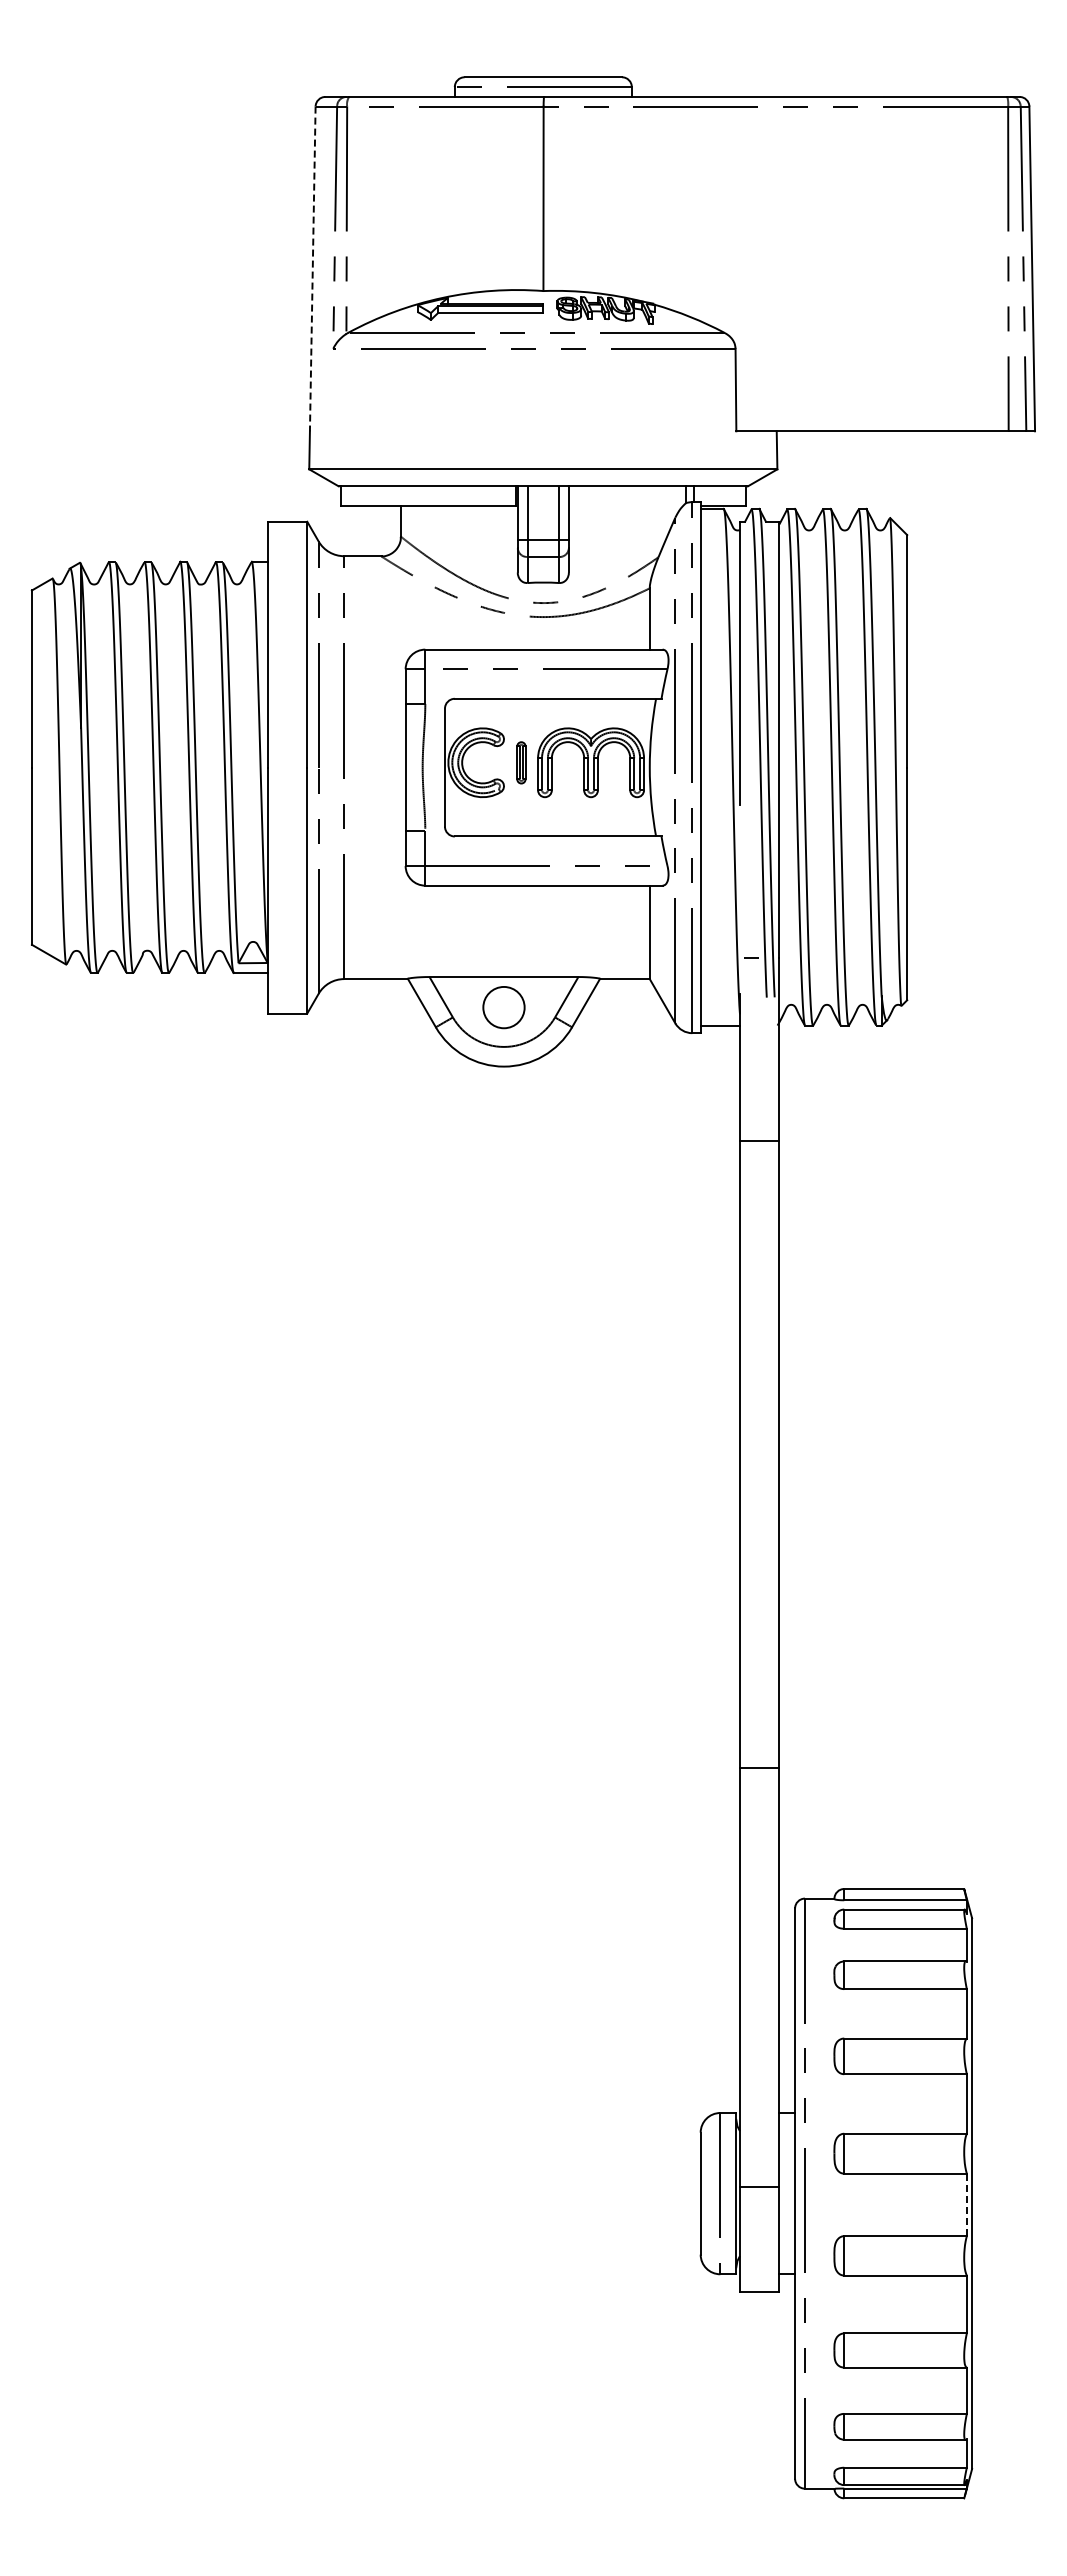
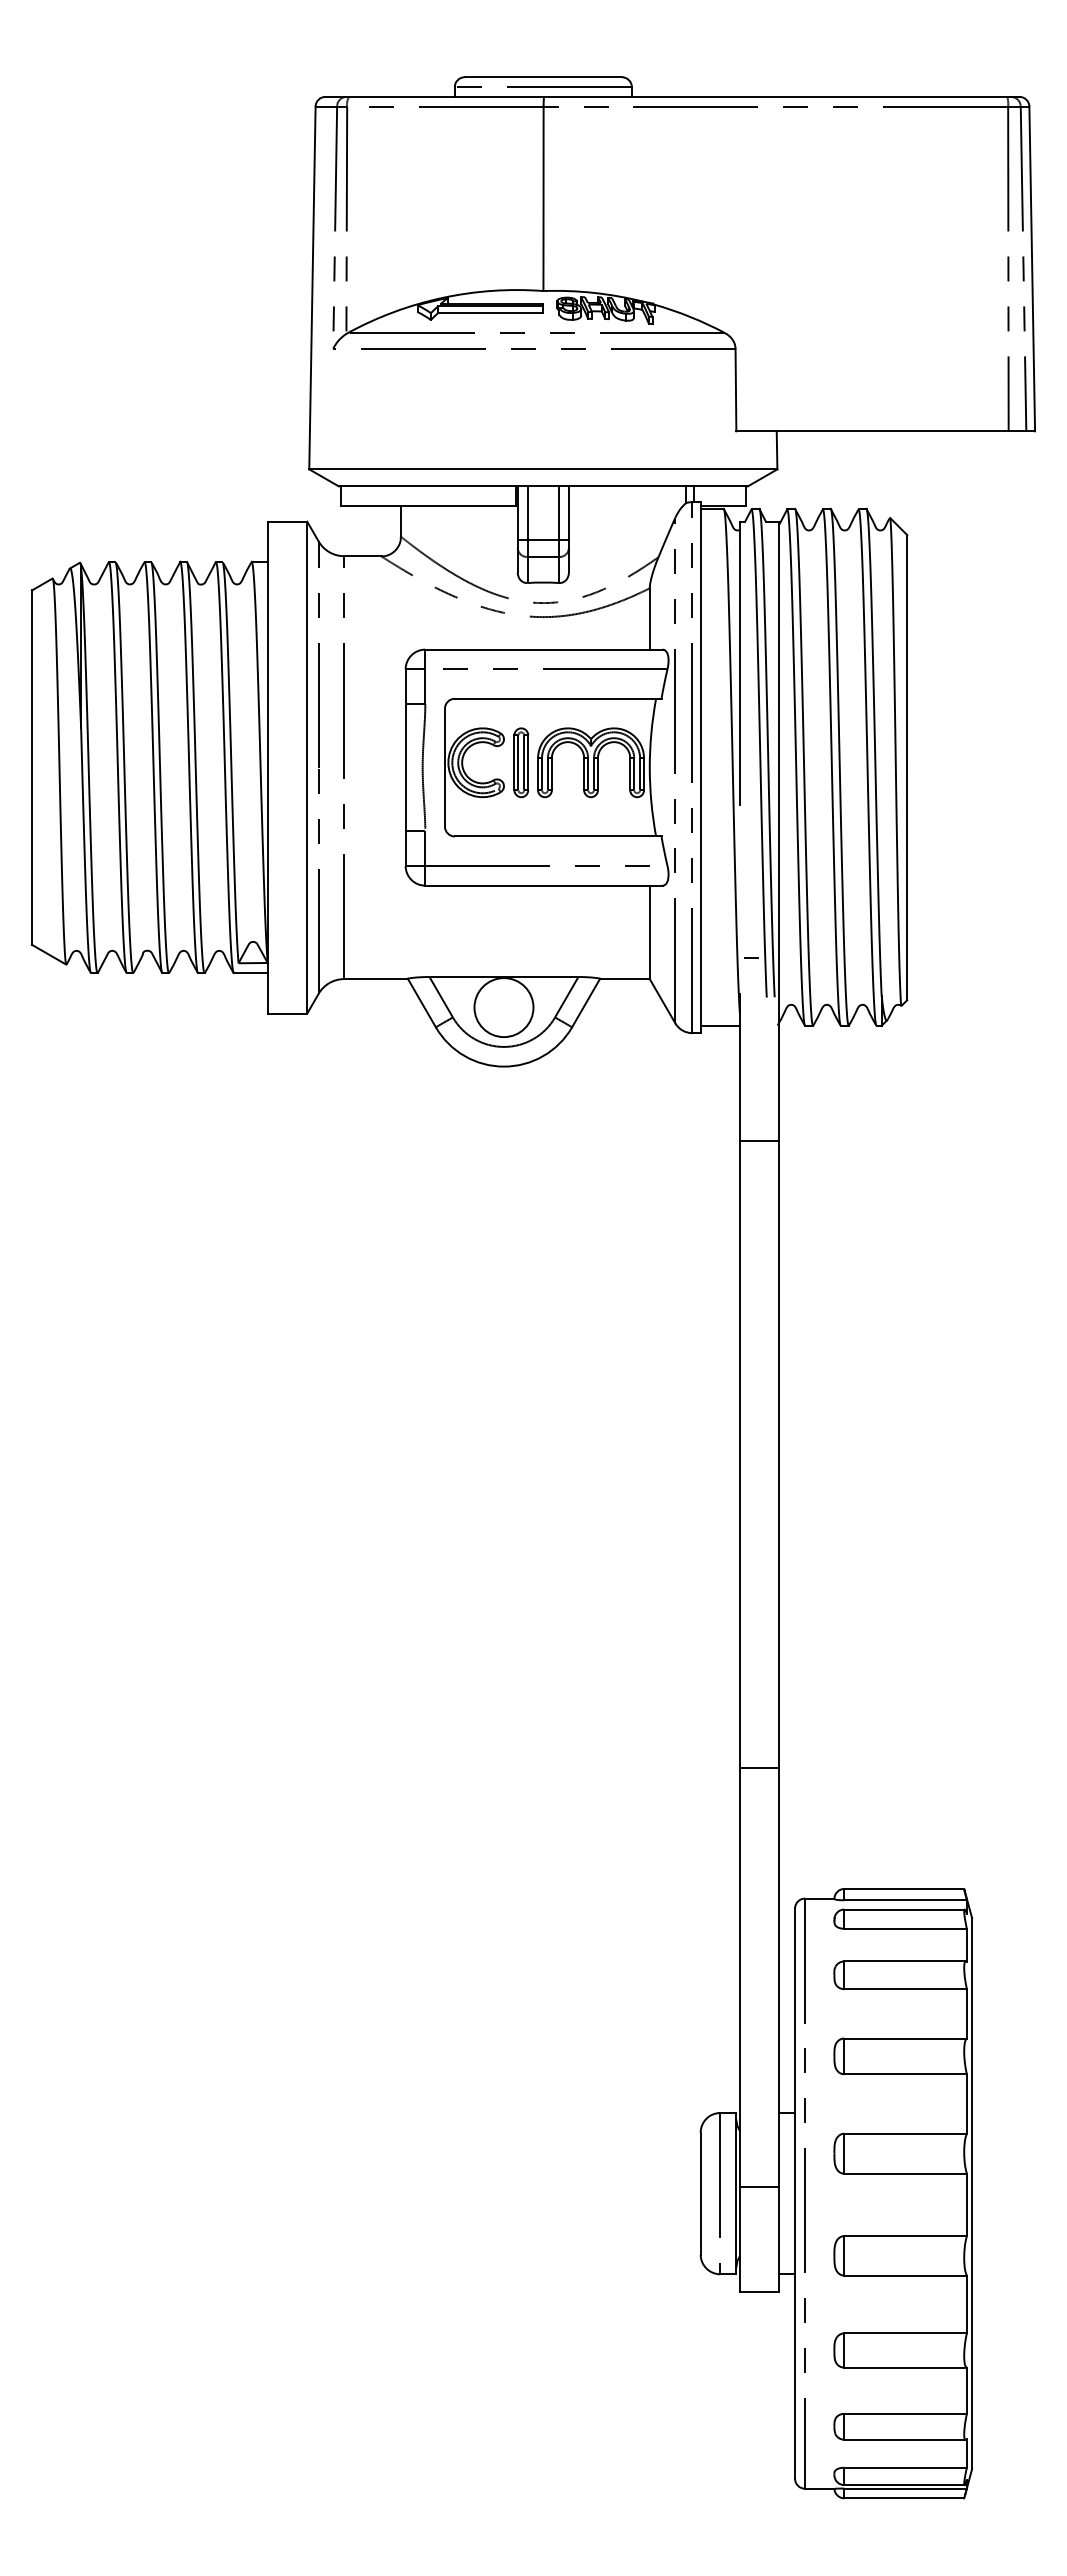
line at (312, 269): dashed -> solid
part at (521, 762) size: 11x44 px -> 17x72 px
circle at (503, 1007) diameter: 41 px -> 59 px
line at (966, 2205): dashed -> solid
